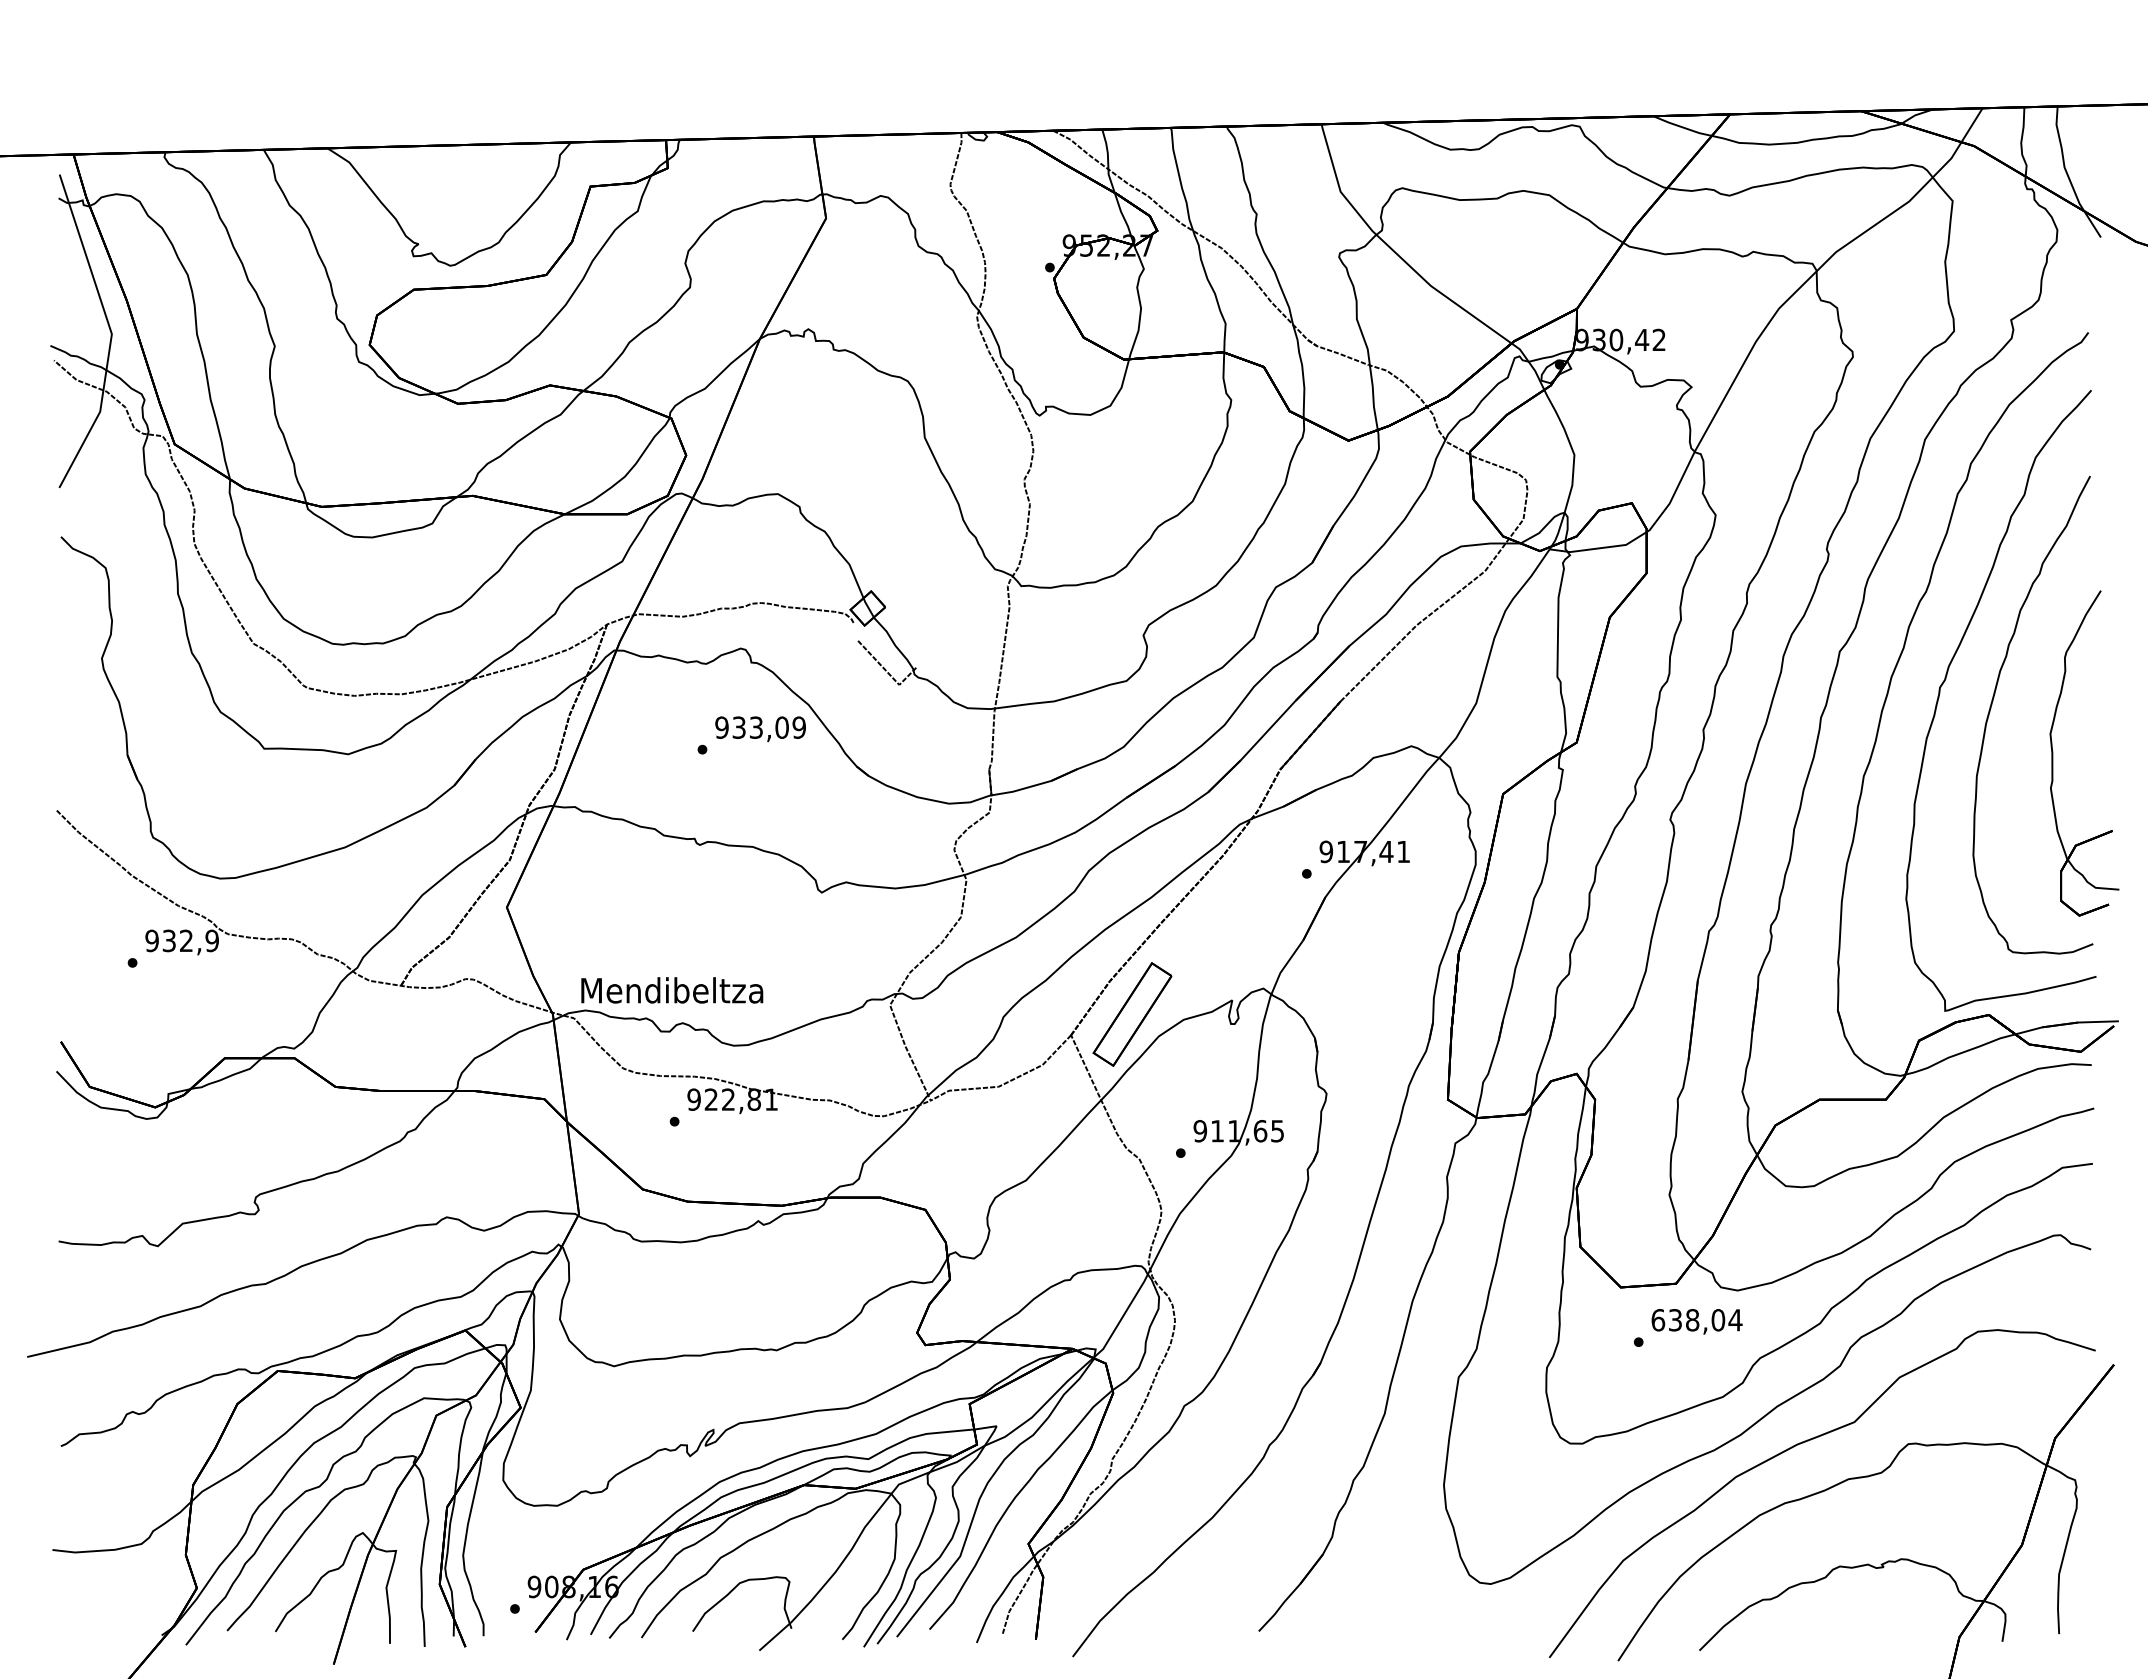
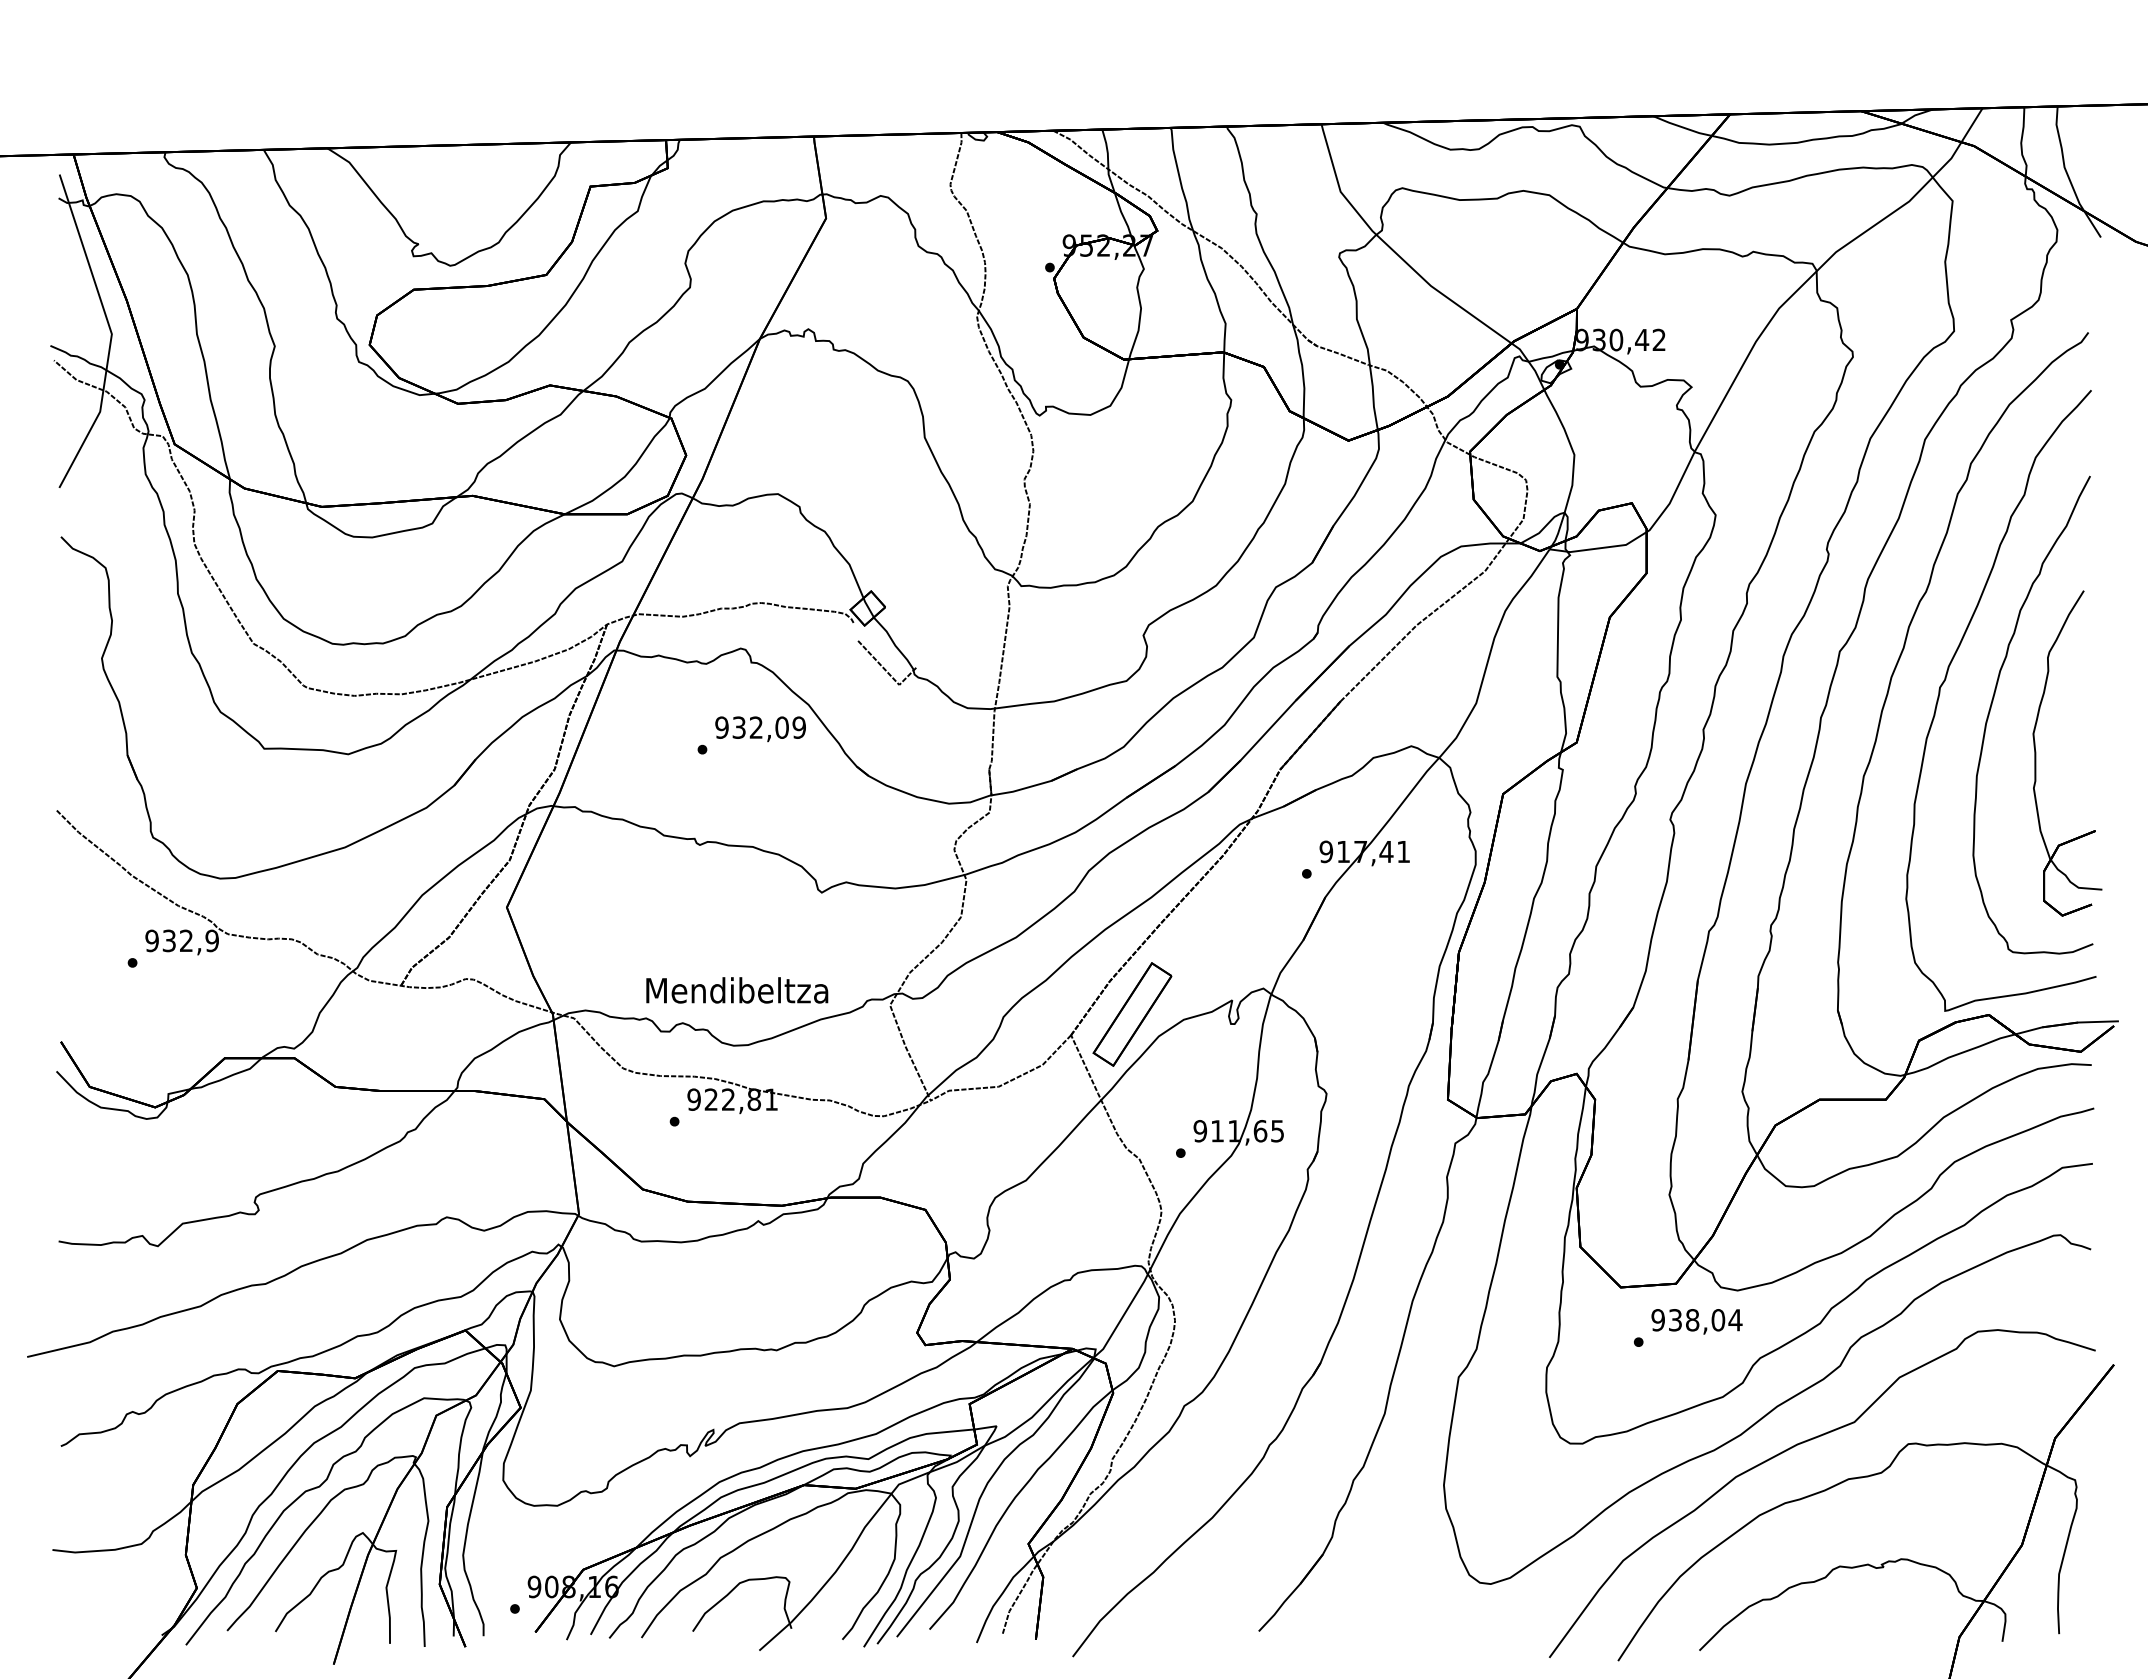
text at (755, 727): 933,09 -> 932,09
part at (2053, 753) position: (2053, 753) -> (2036, 753)
text at (672, 990) position: (672, 990) -> (737, 990)
text at (1658, 1320): 638,04 -> 938,04
